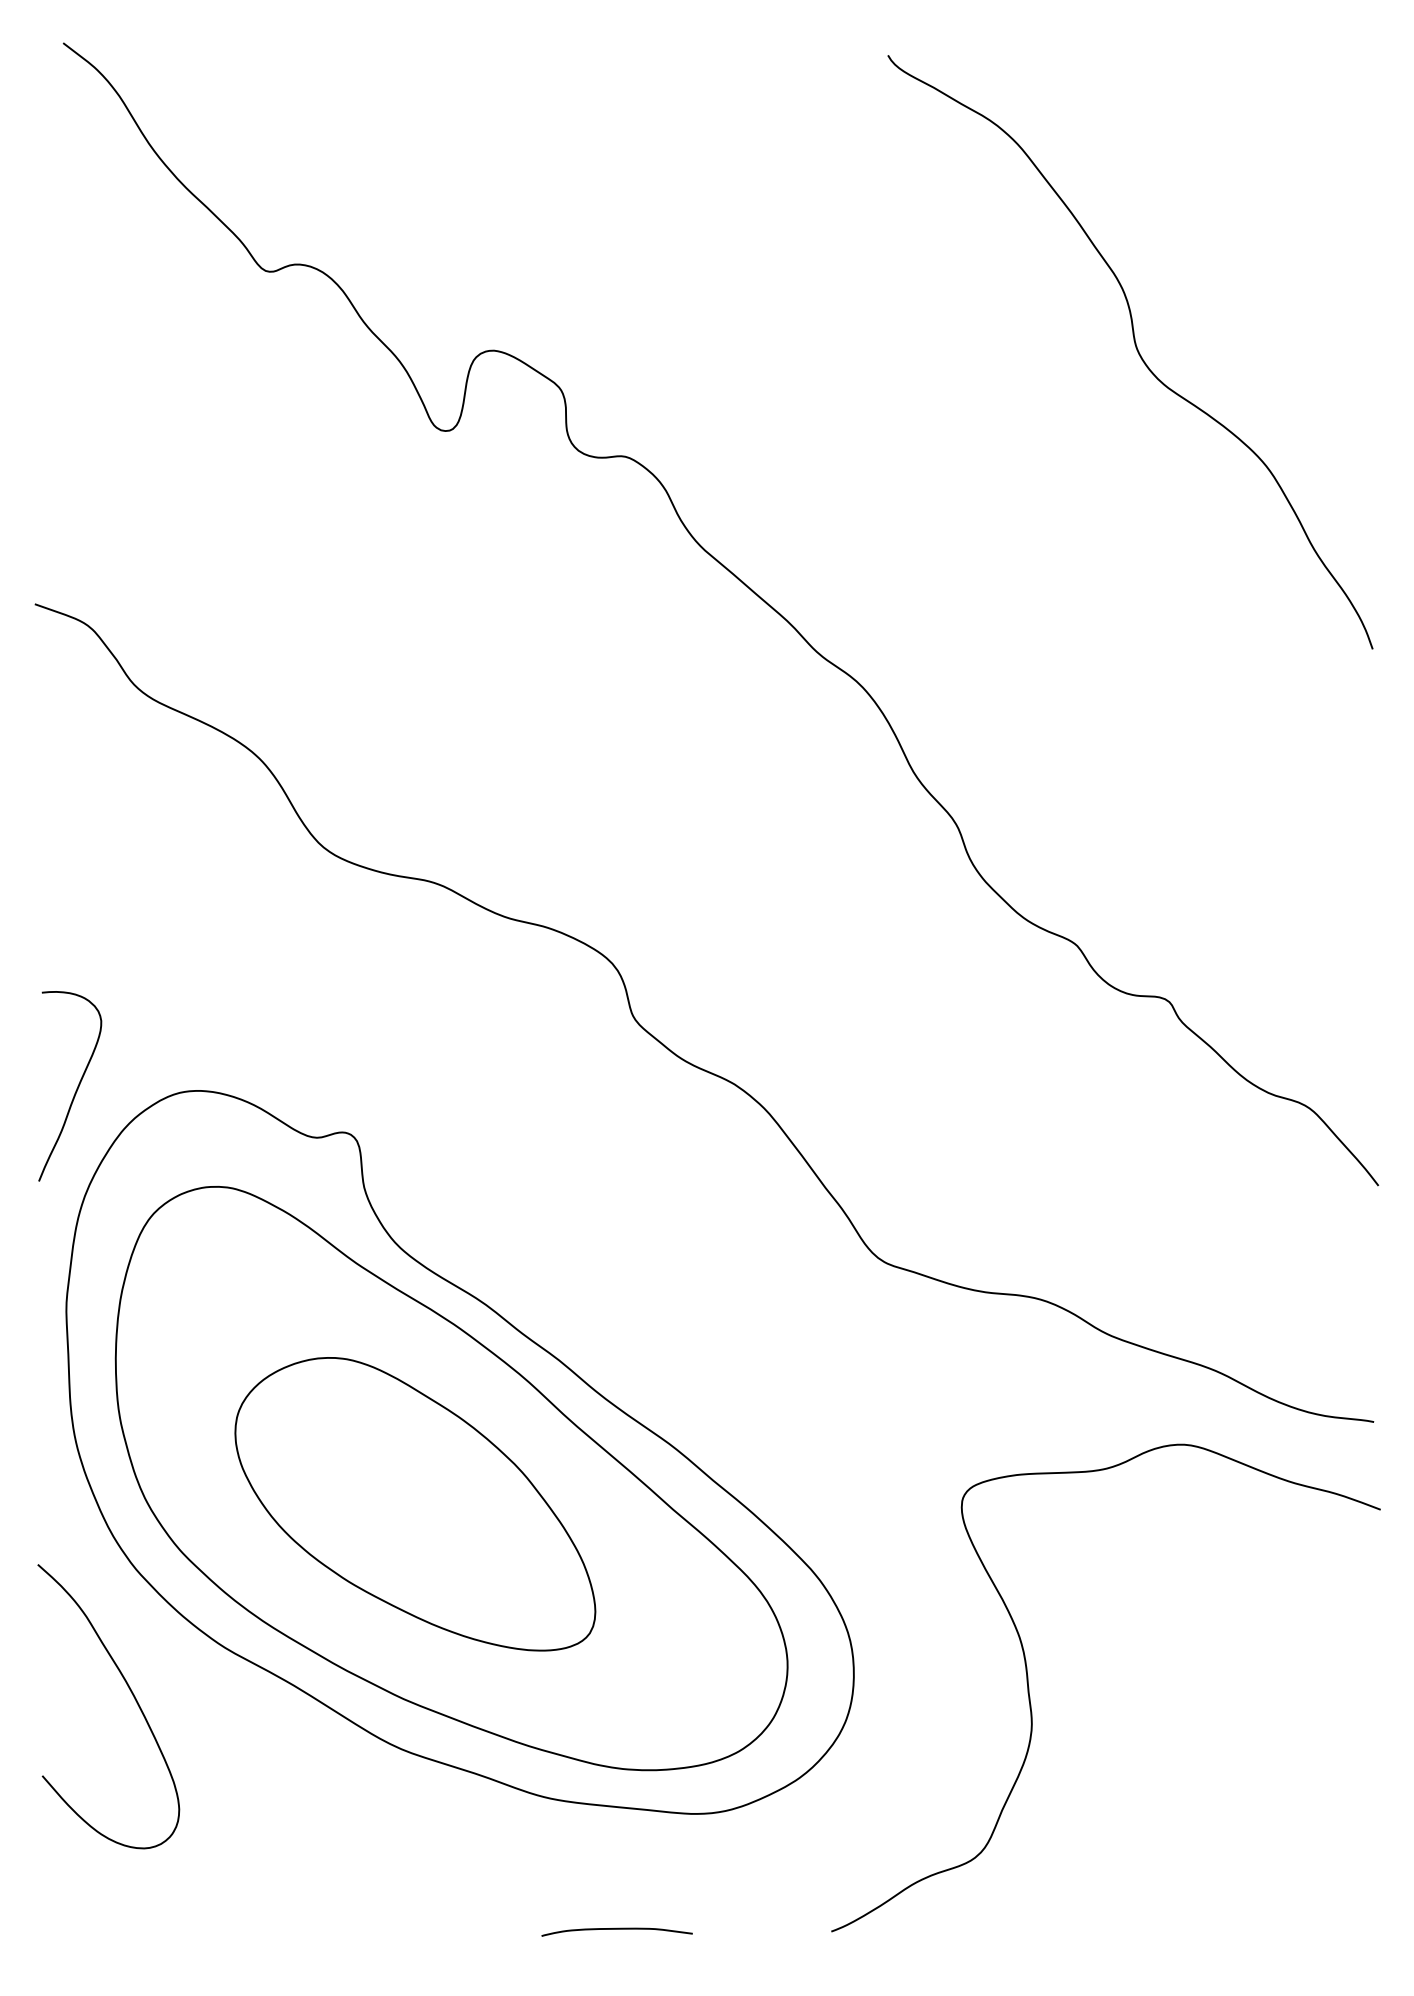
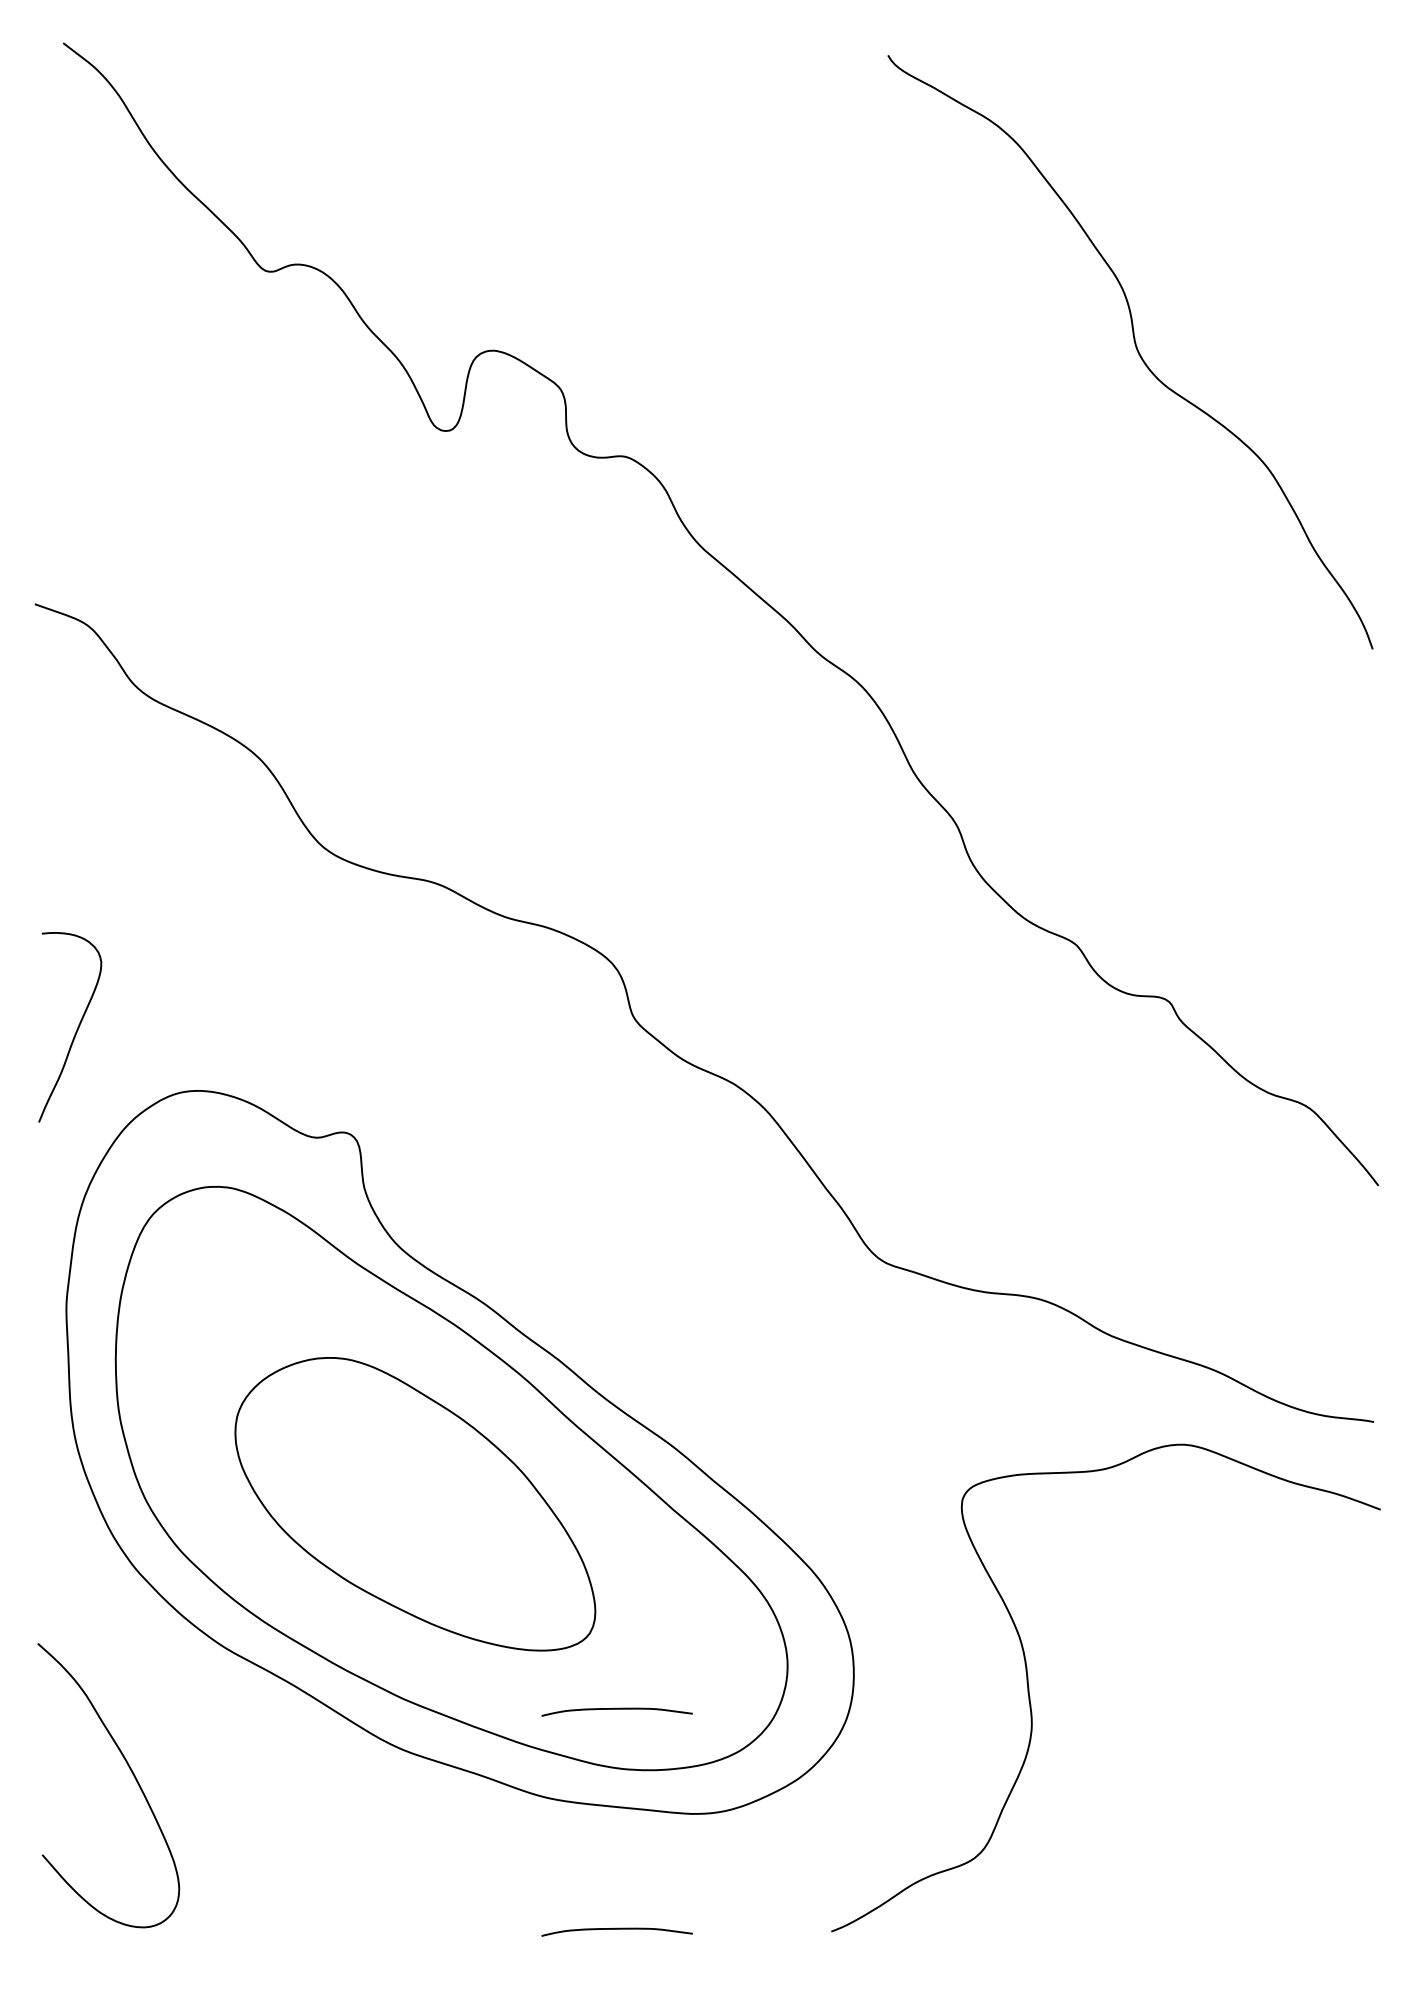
curve at (76, 1088) position: (76, 1088) -> (76, 1029)
curve at (132, 1695) position: (132, 1695) -> (132, 1774)
curve at (616, 1709): none -> present
